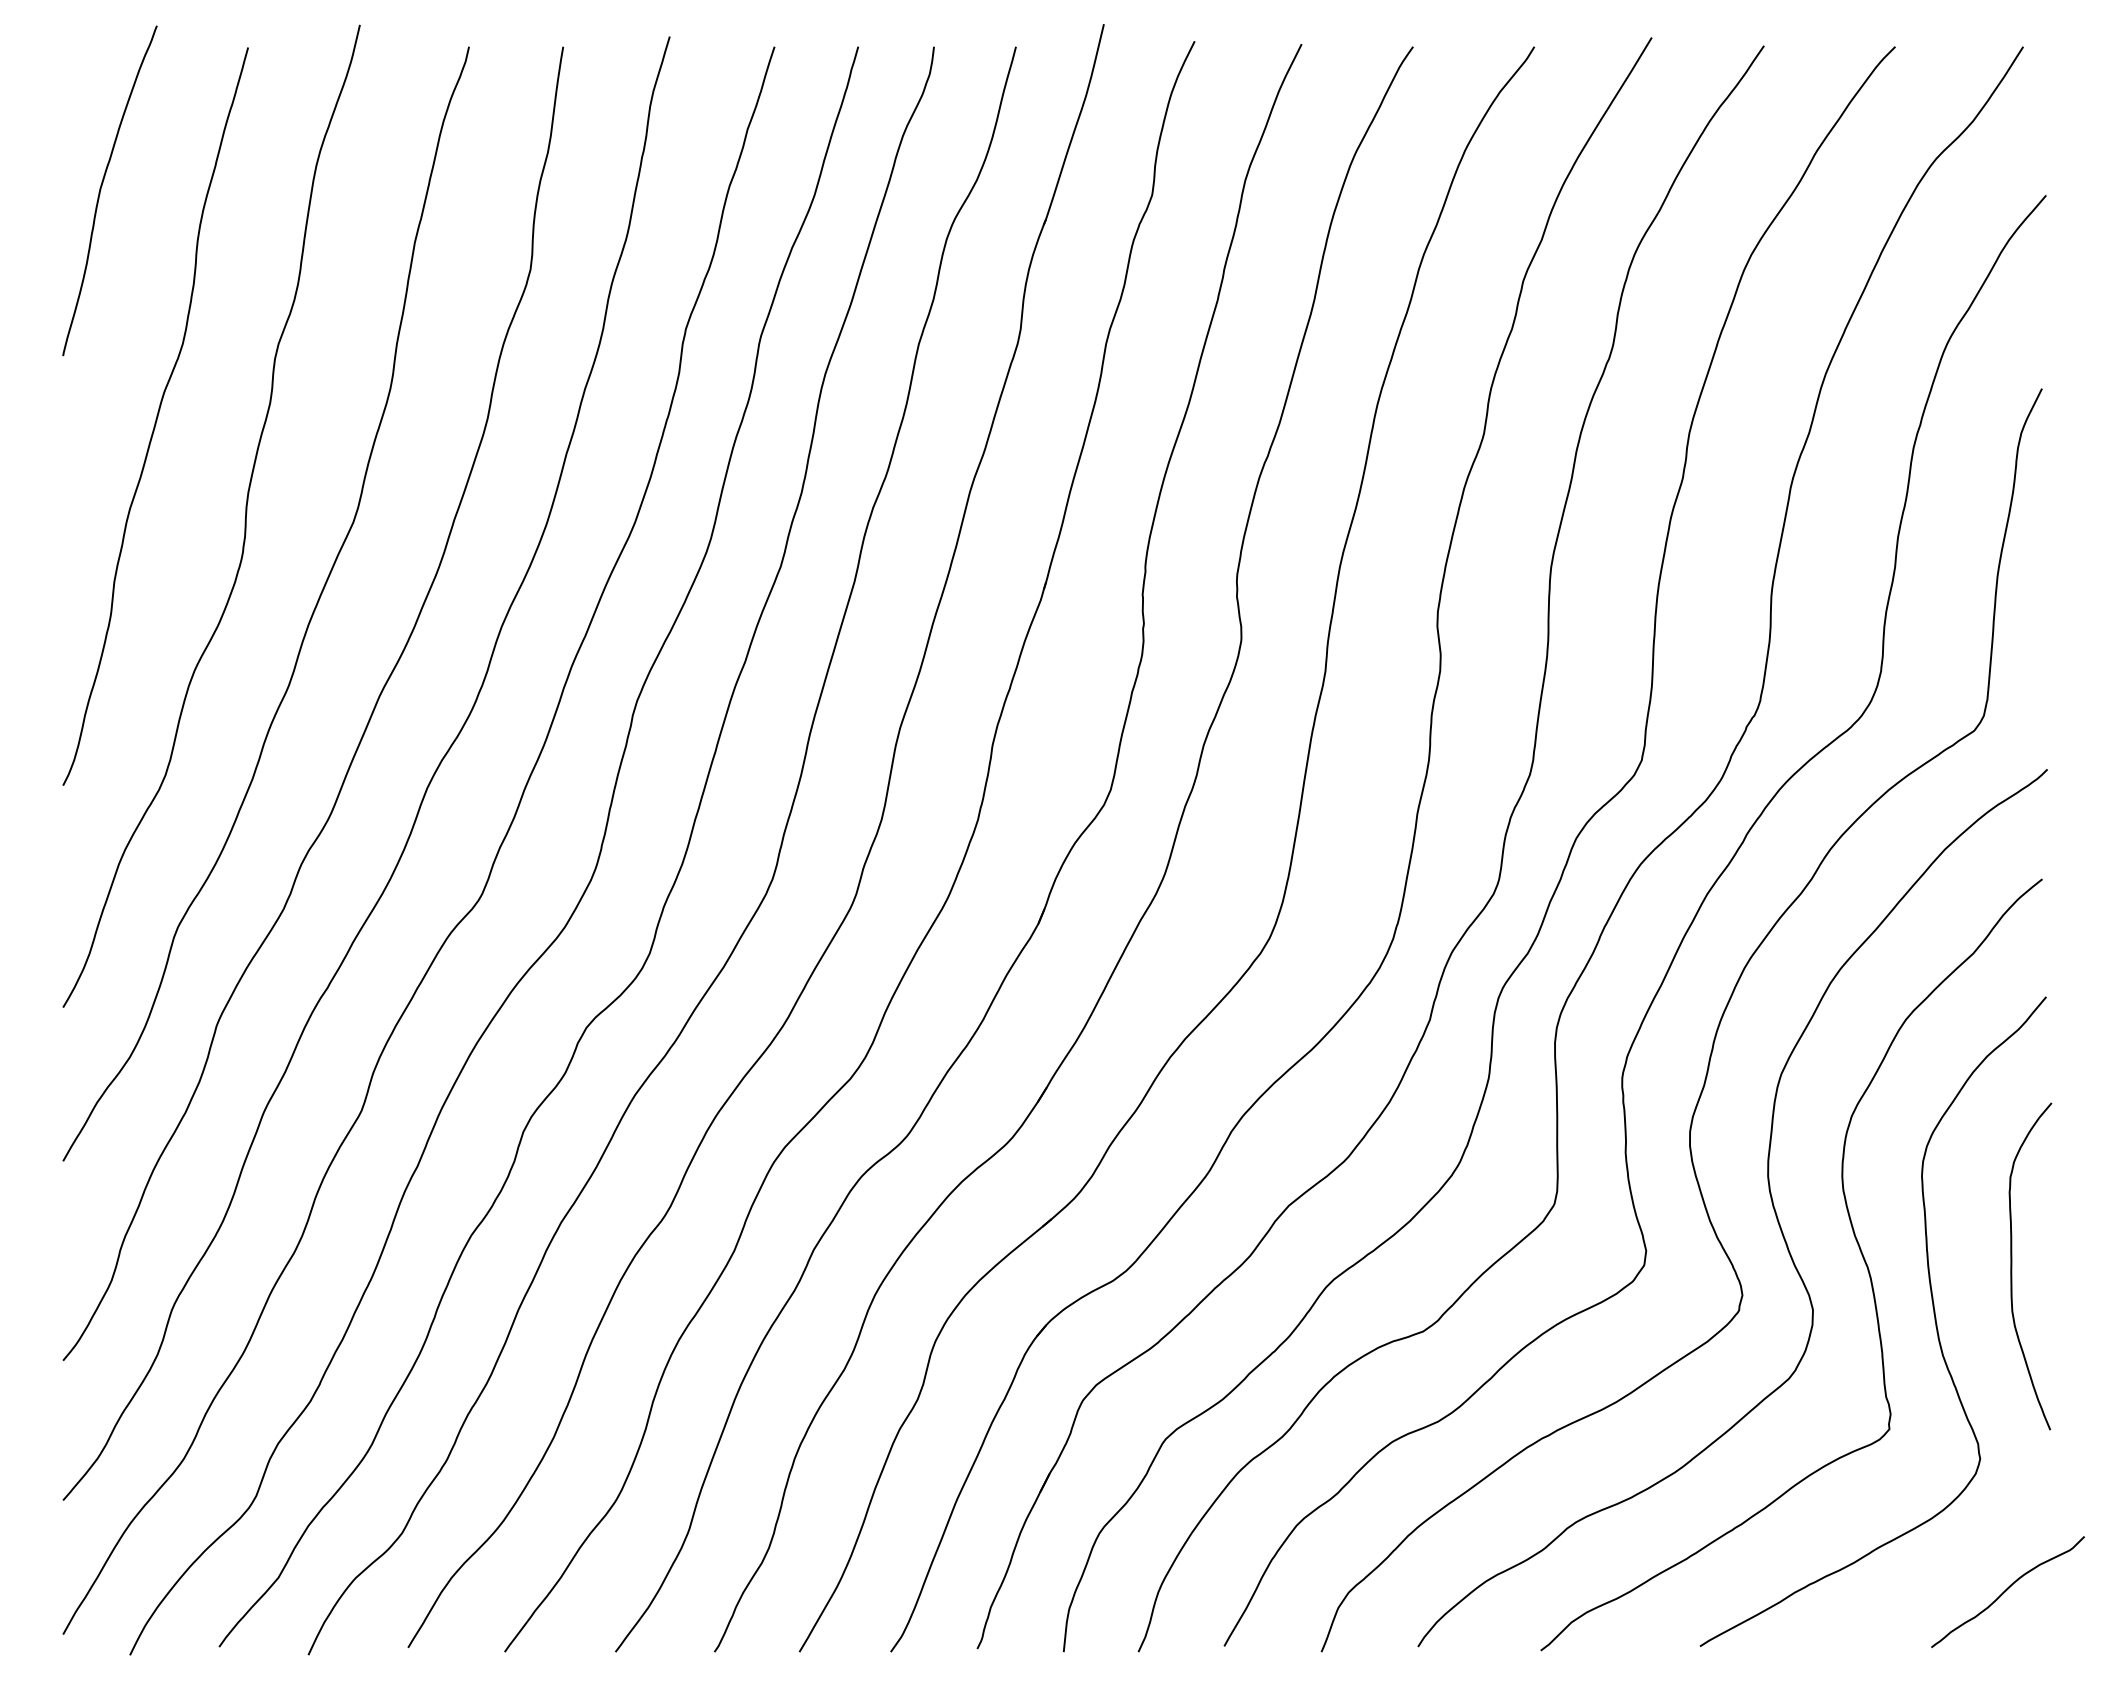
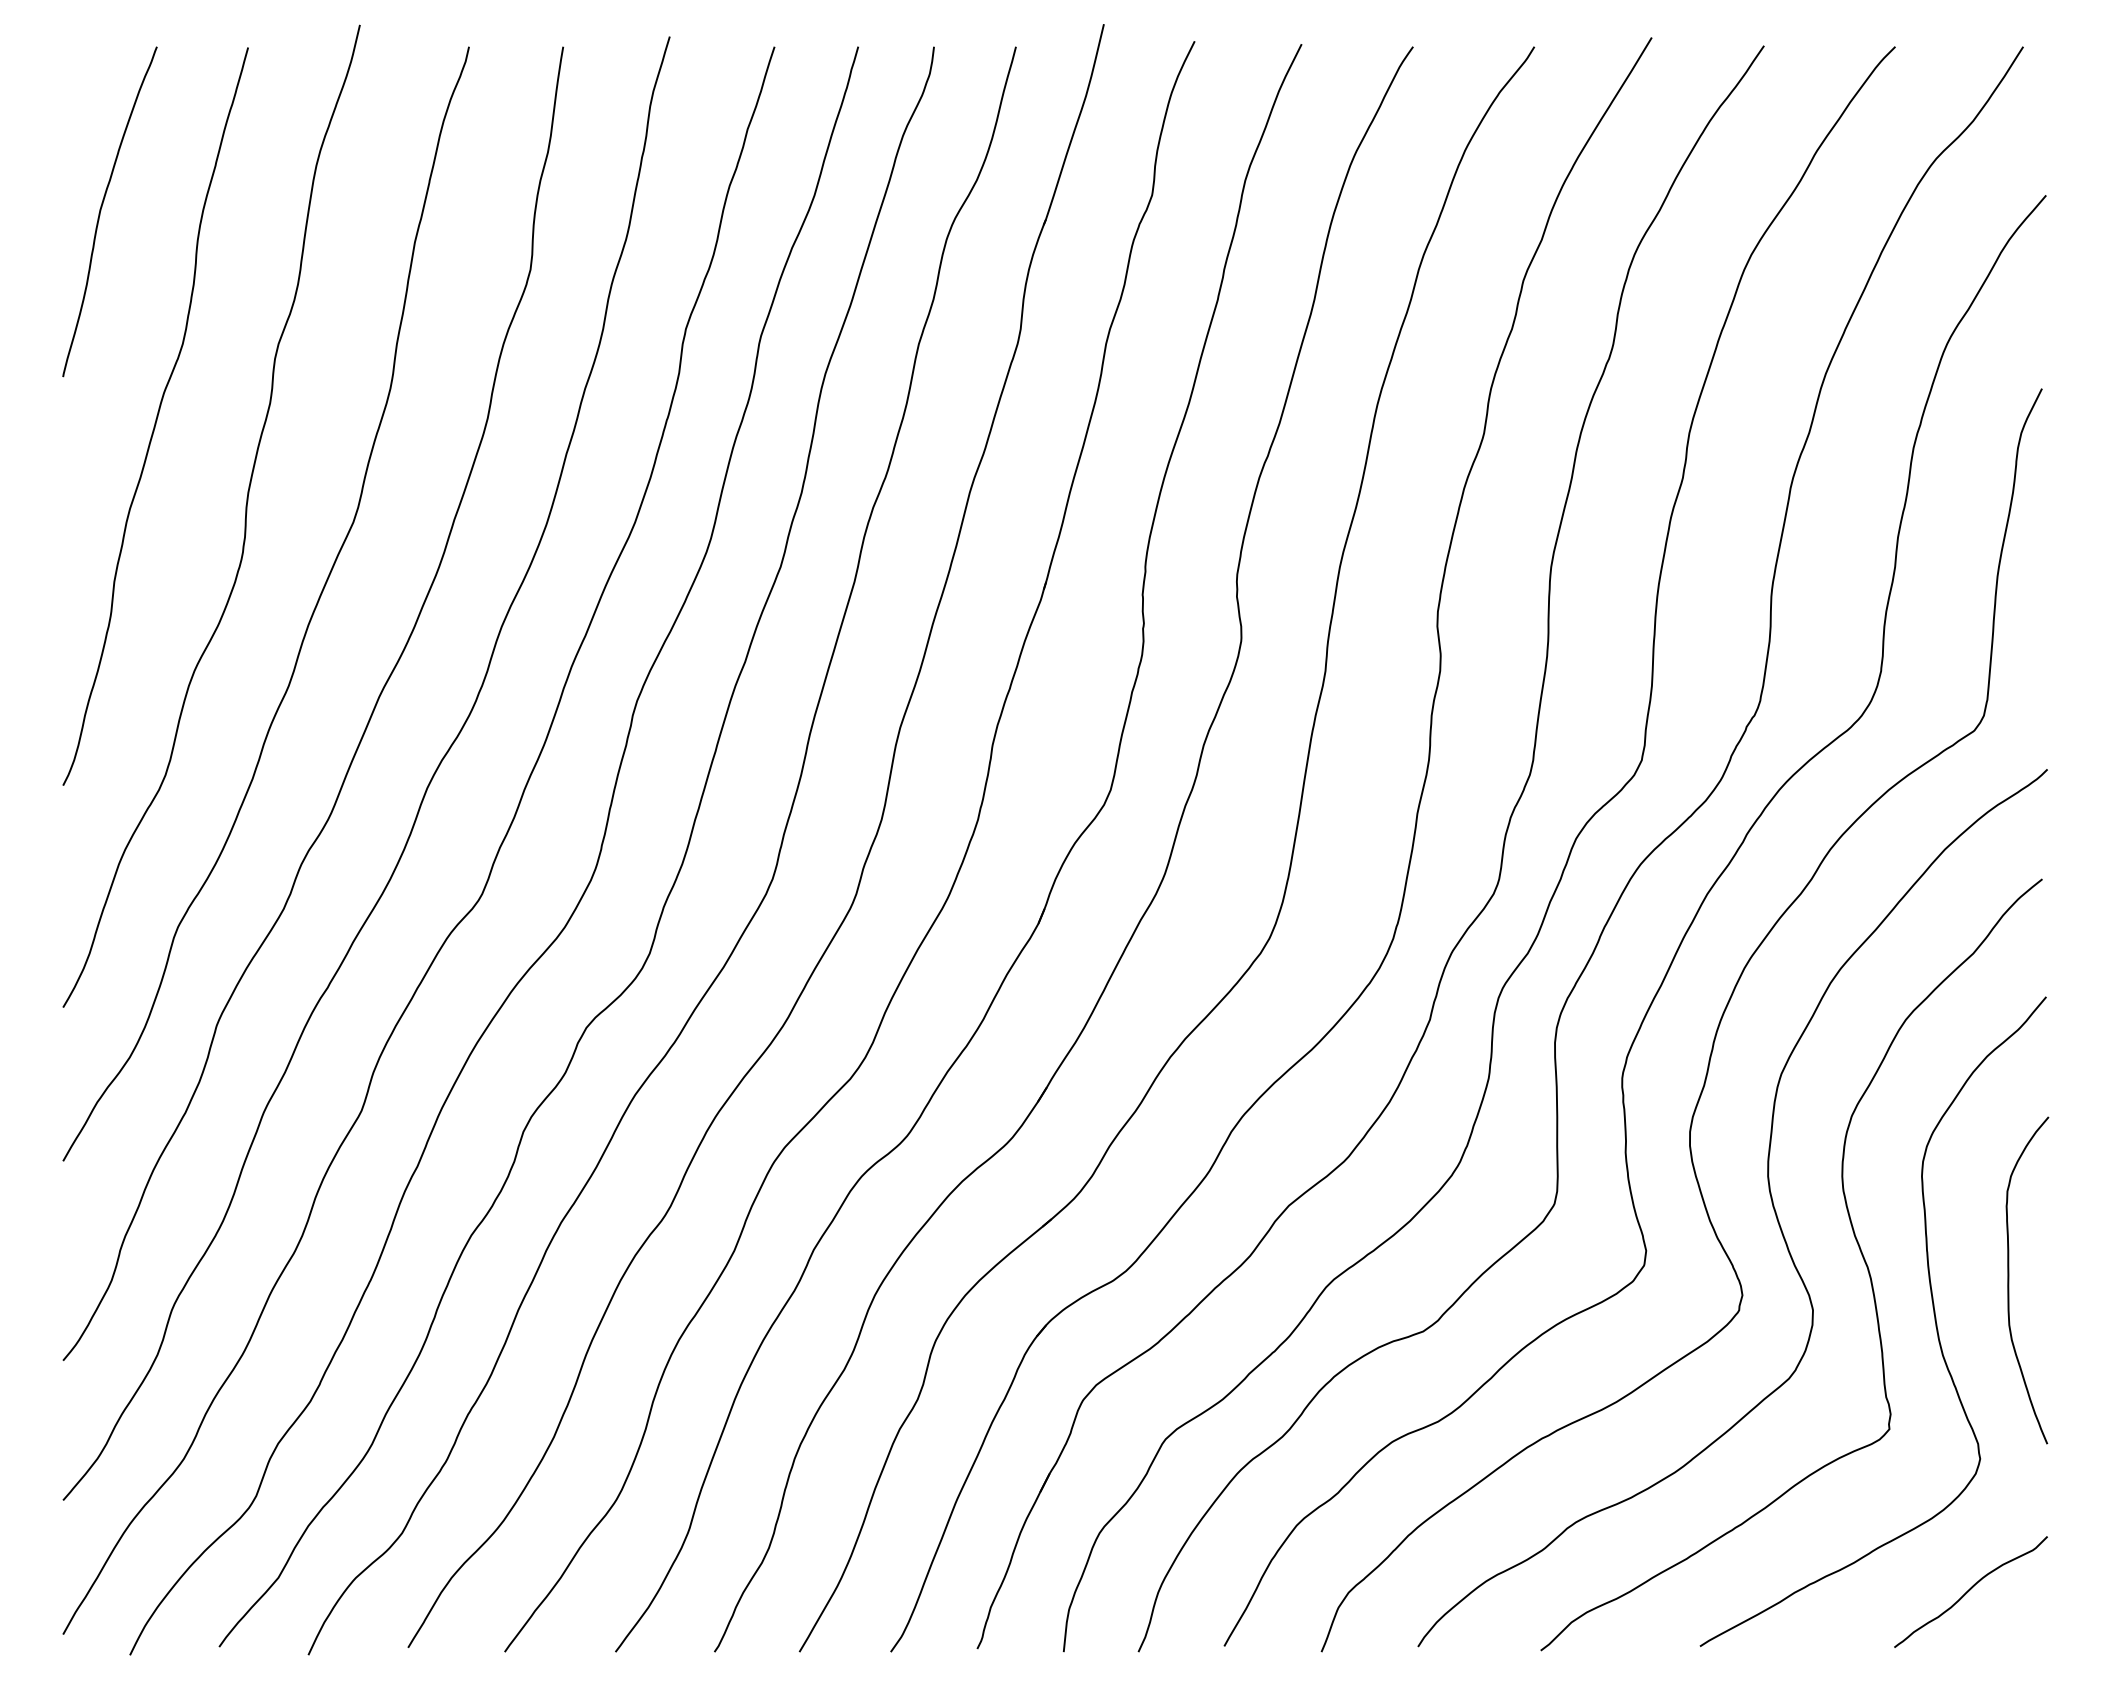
curve at (102, 186) position: (102, 186) -> (102, 207)
curve at (2012, 1266) position: (2012, 1266) -> (2009, 1280)
curve at (2007, 1590) position: (2007, 1590) -> (1970, 1590)
